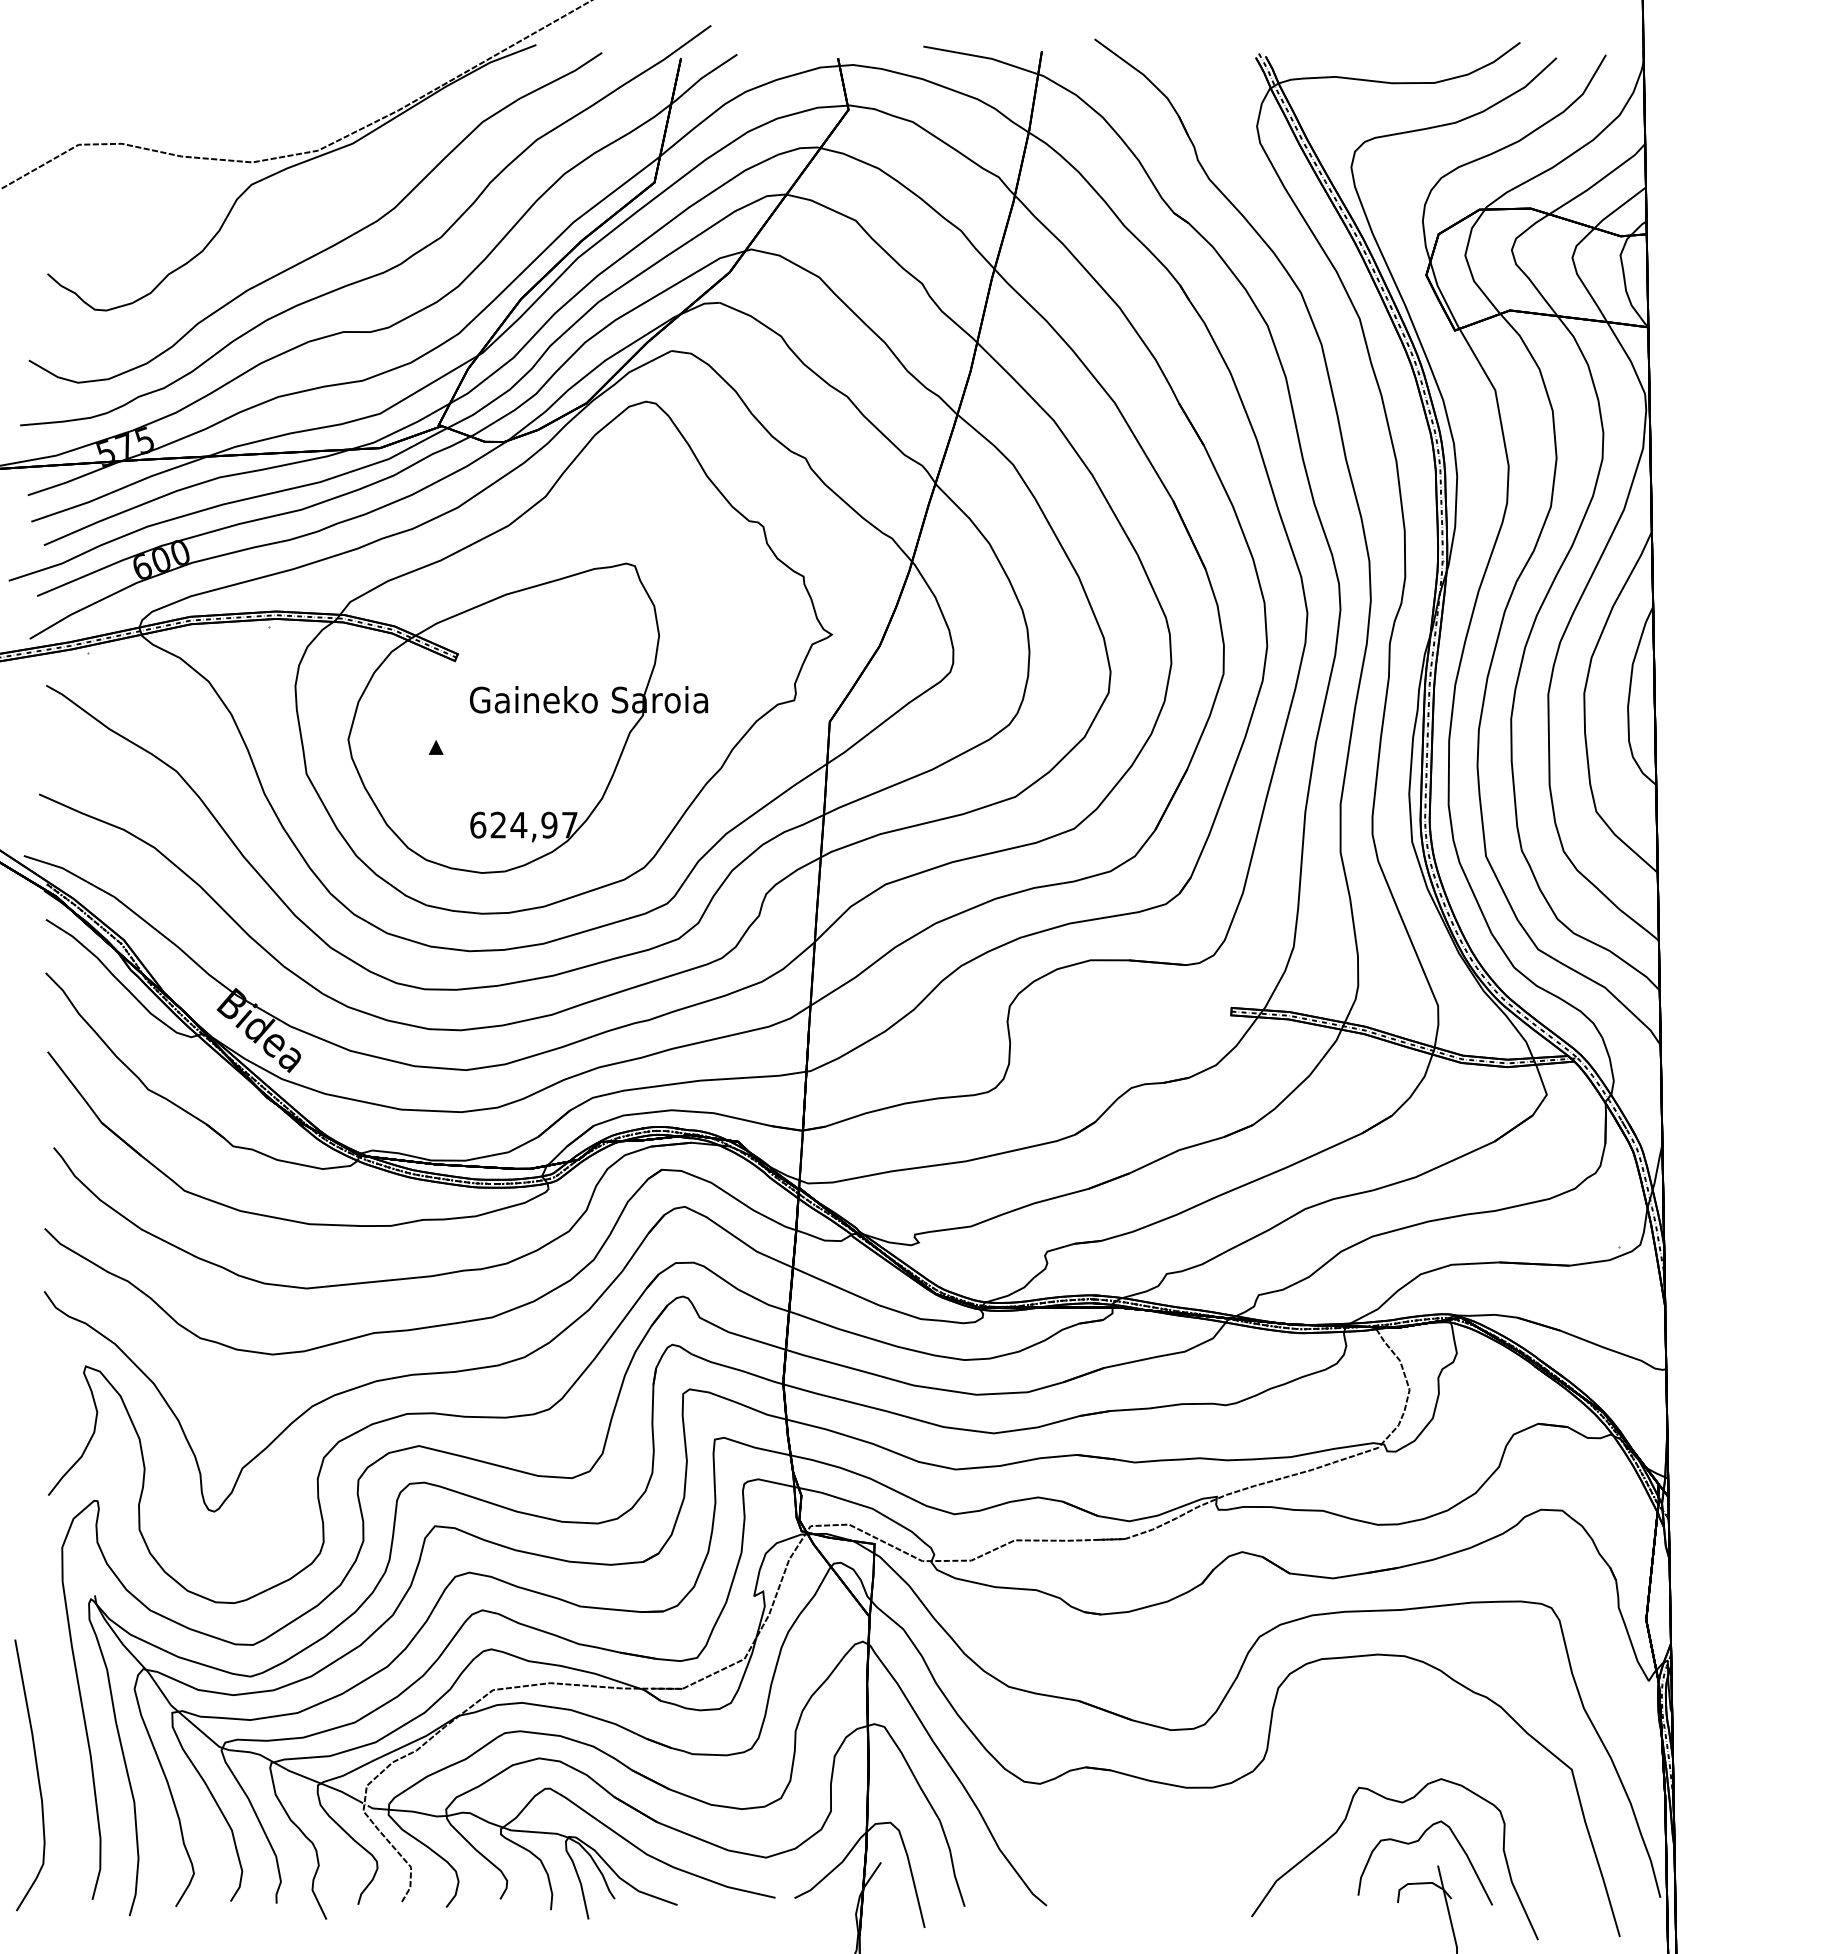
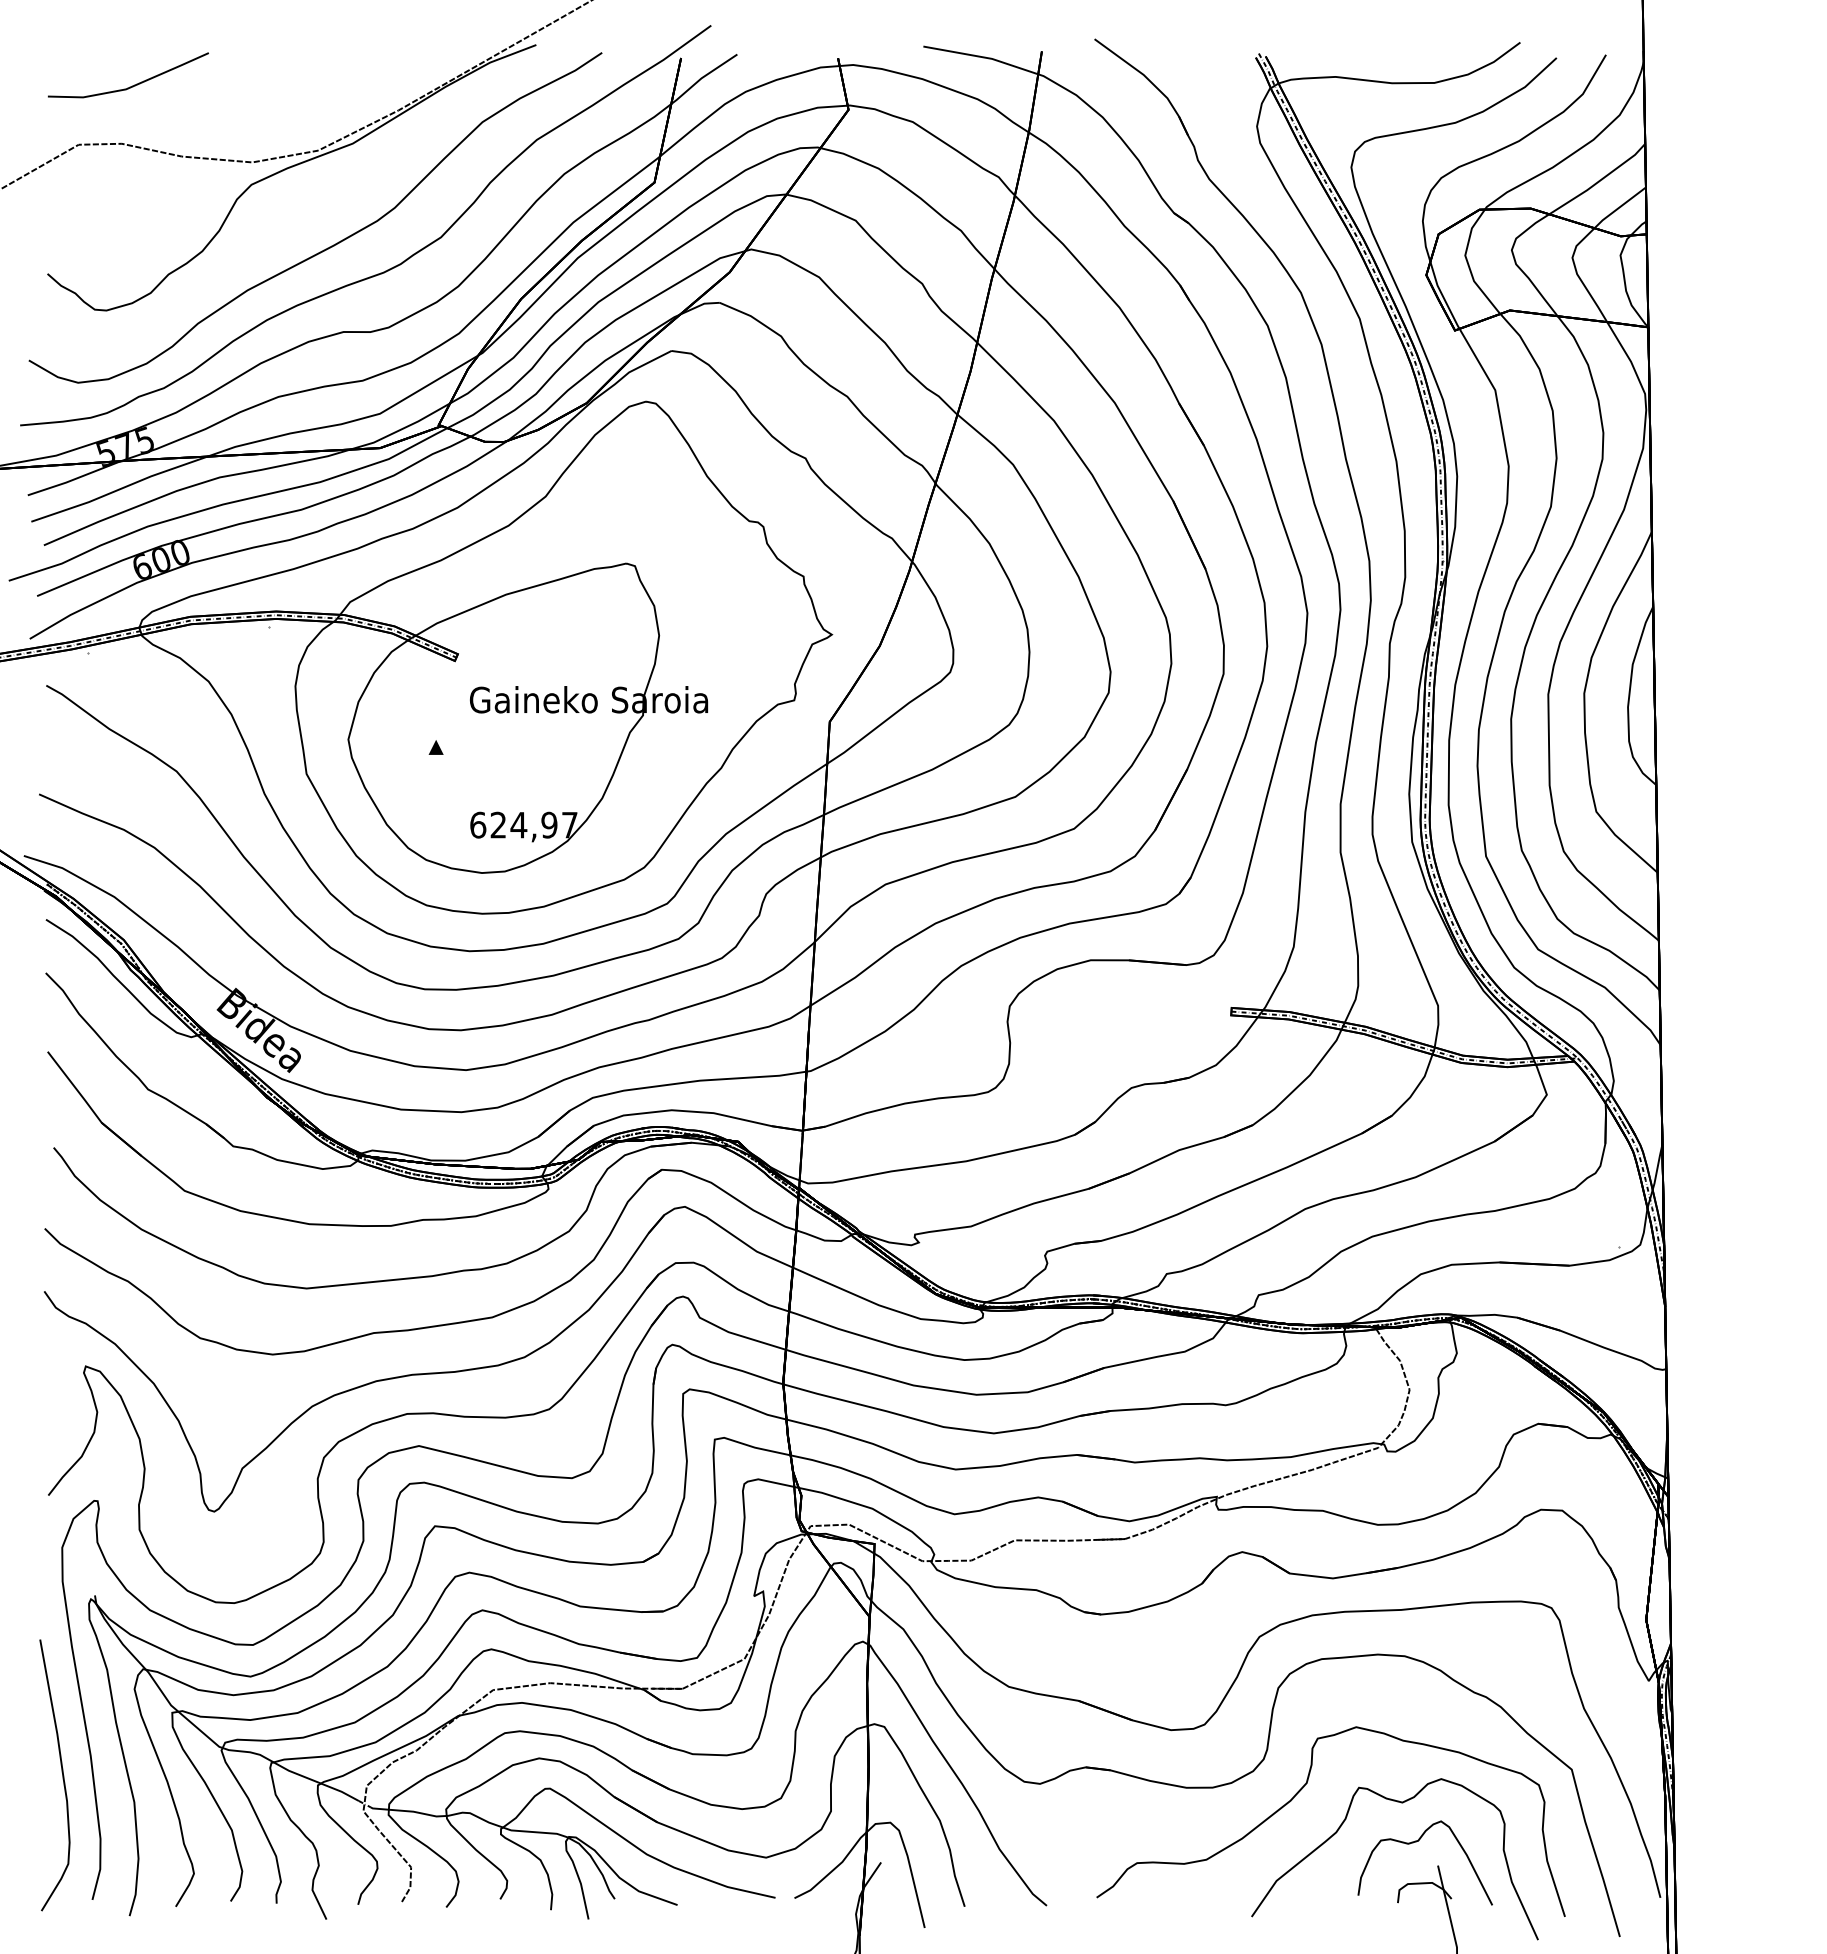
line at (132, 85): none -> present
curve at (36, 1772) position: (36, 1772) -> (61, 1772)
curve at (1300, 1791): none -> present
